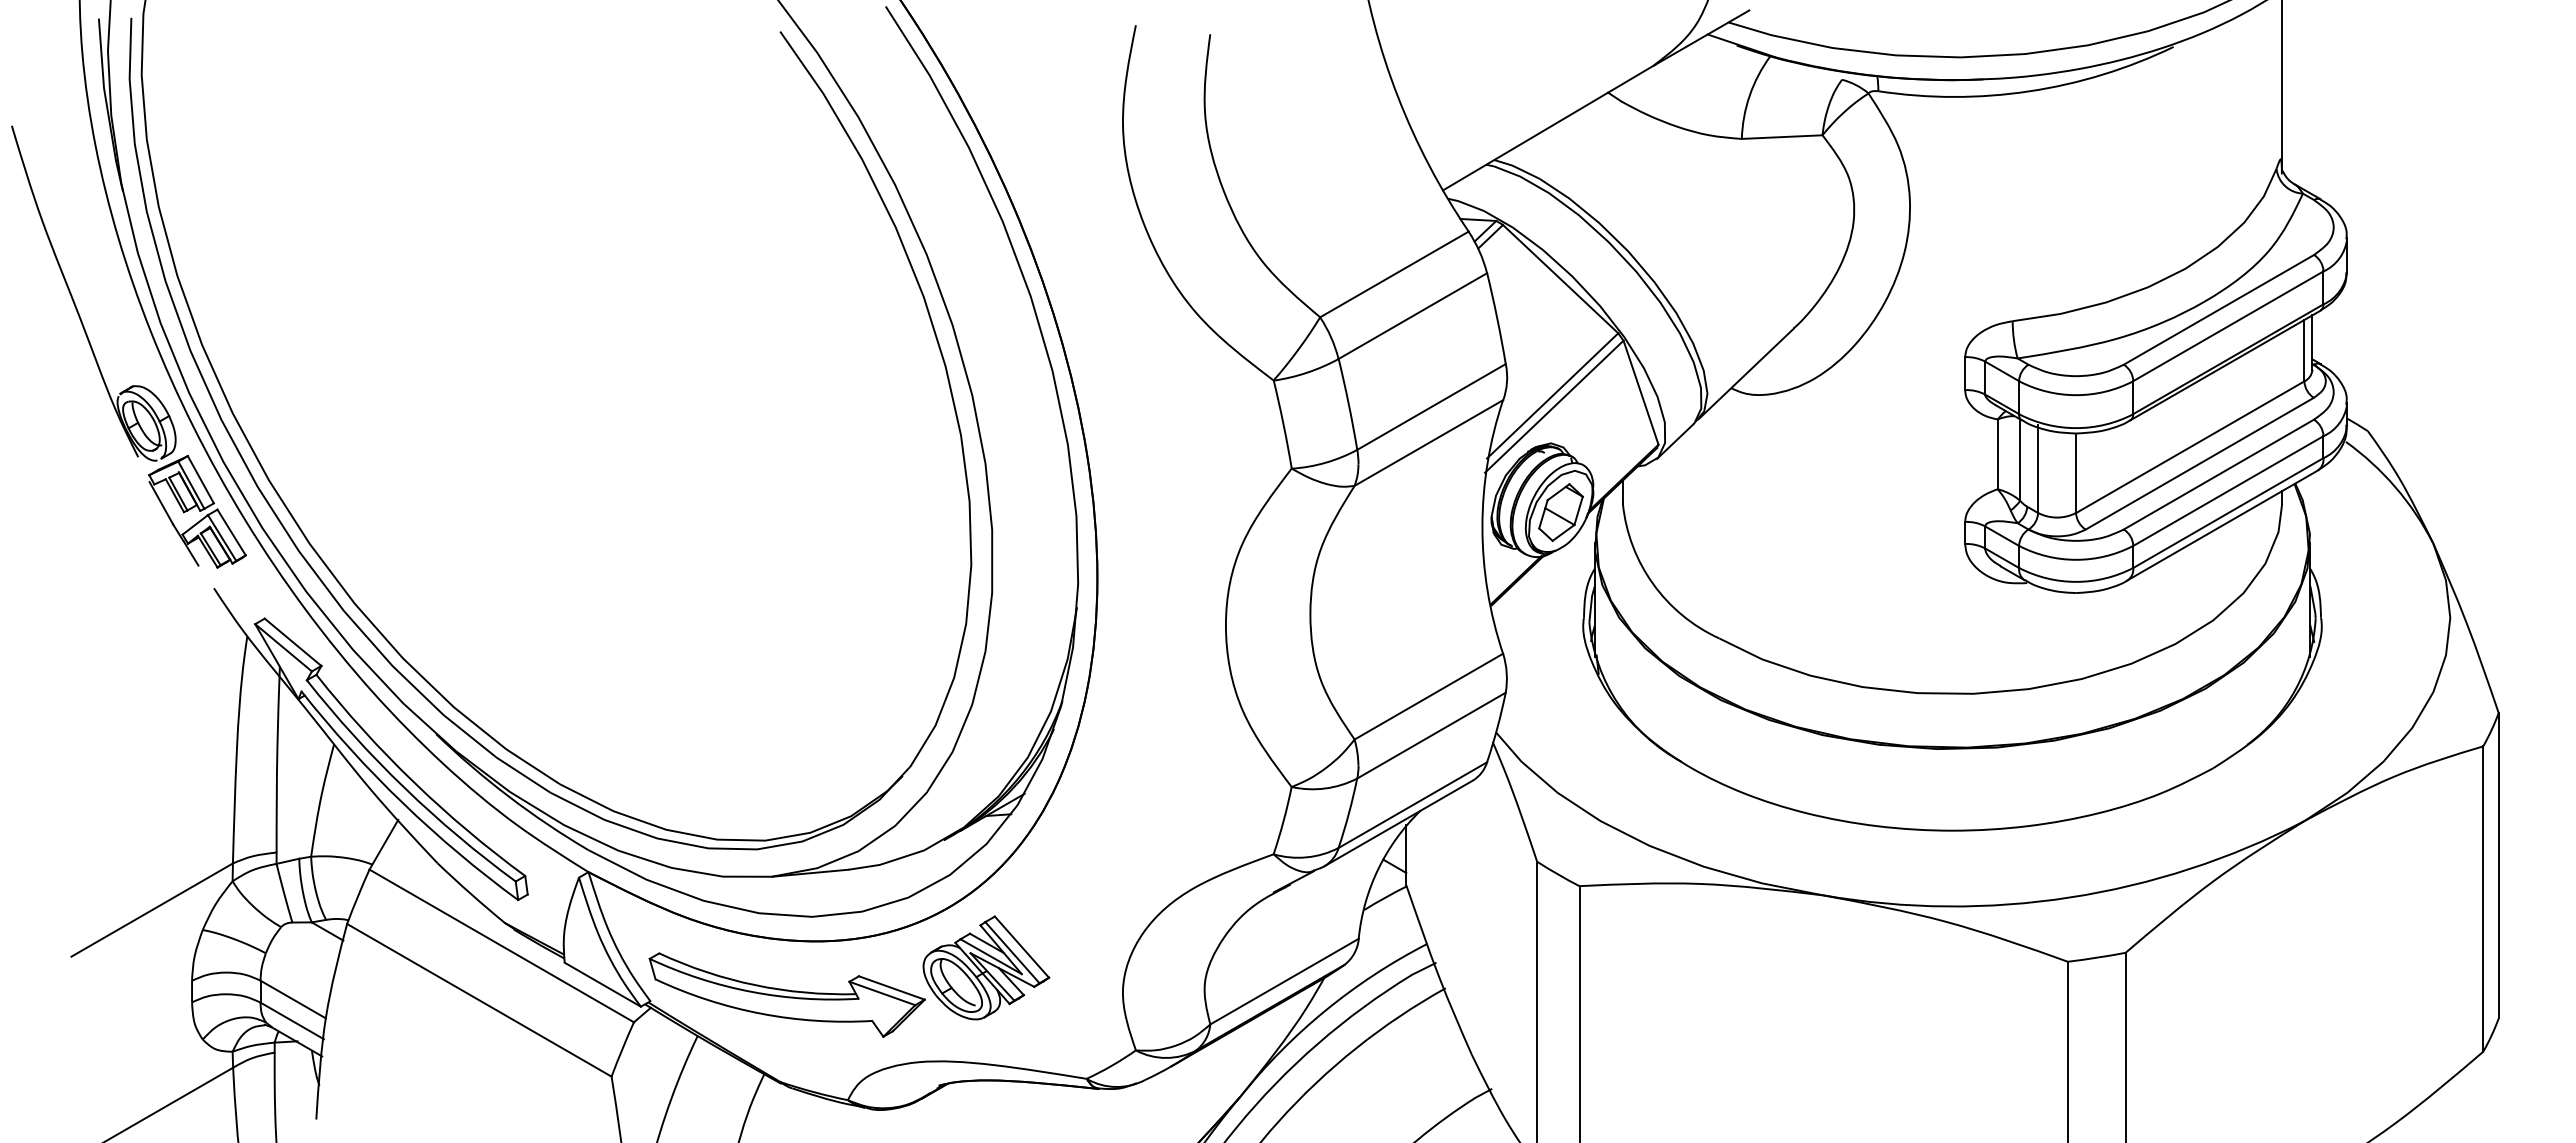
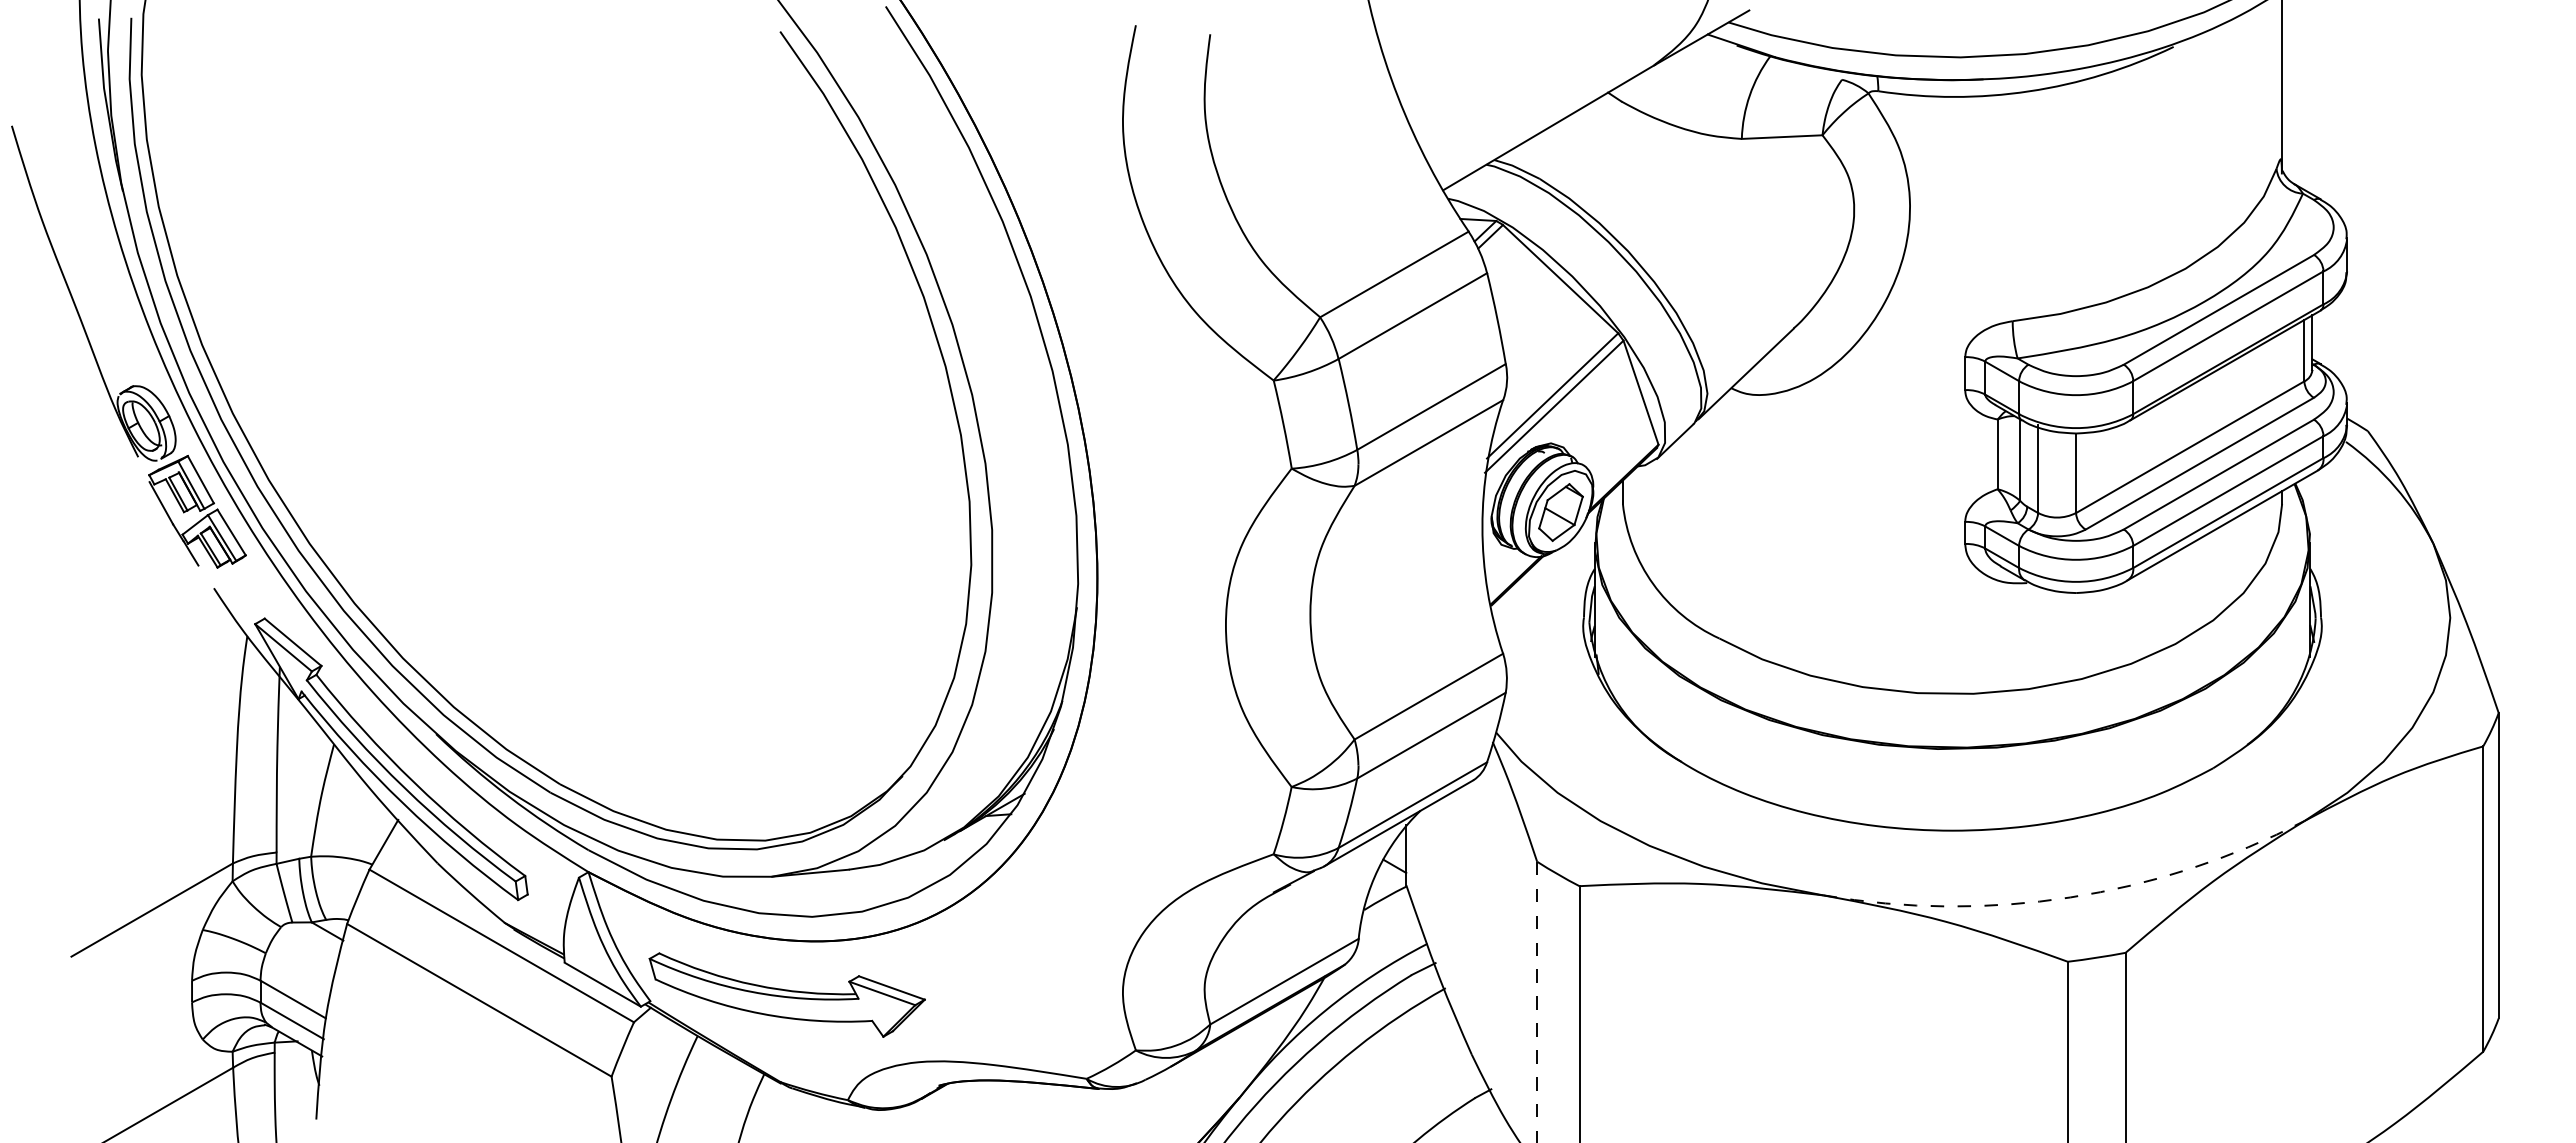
arc at (2070, 897): solid -> dashed
part at (986, 967): present -> none
line at (1537, 1002): solid -> dashed
